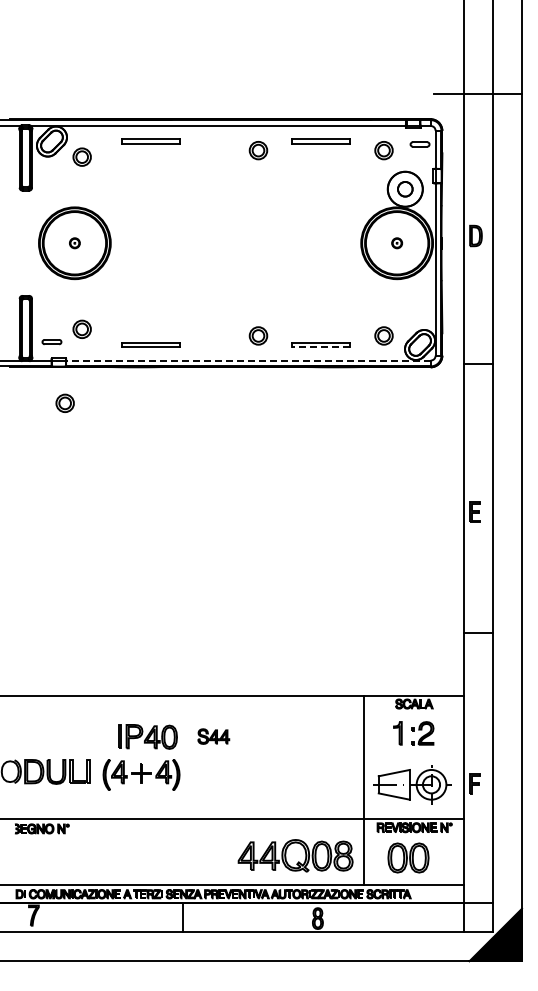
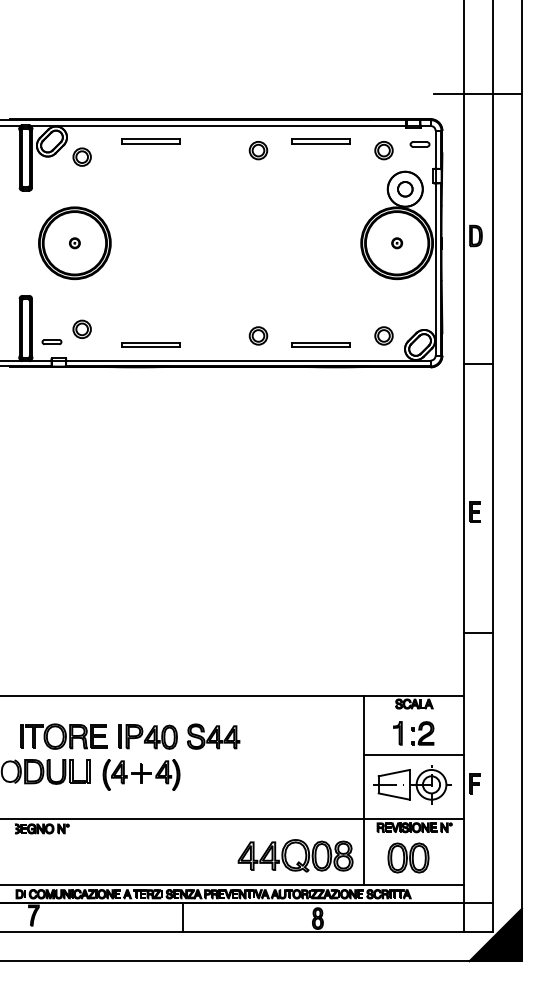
line at (320, 347): dashed -> solid
line at (247, 360): dashed -> solid
part at (64, 402): present -> none
part at (63, 736): none -> present
part at (213, 736) size: 34x17 px -> 54x27 px
line at (413, 754): none -> present
